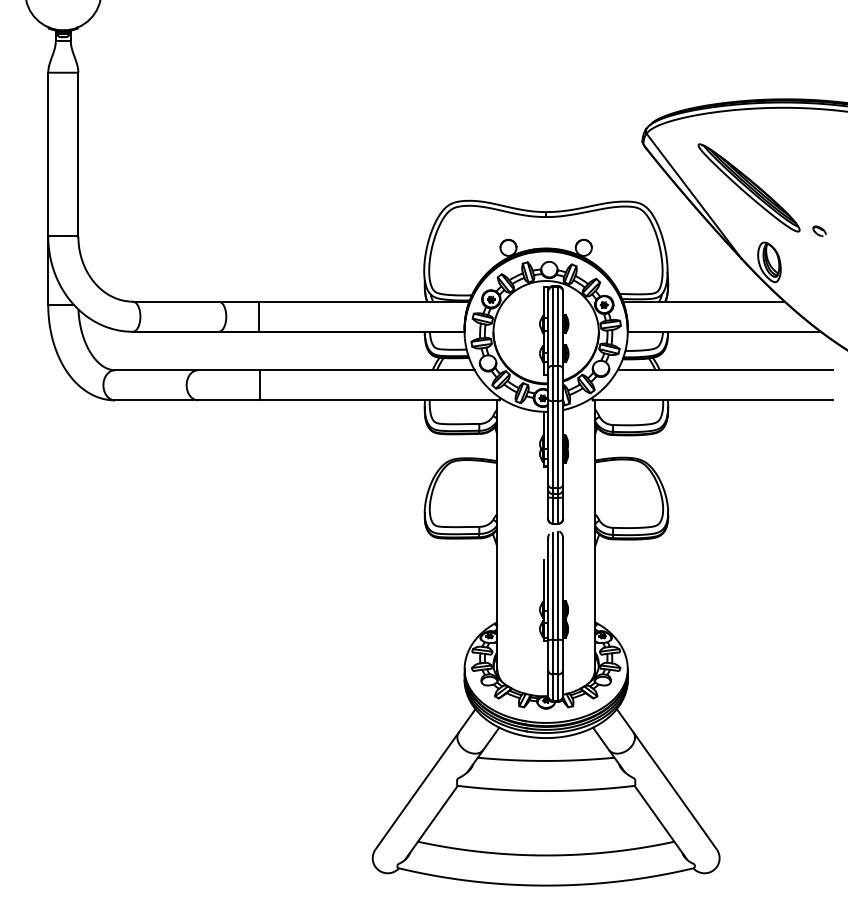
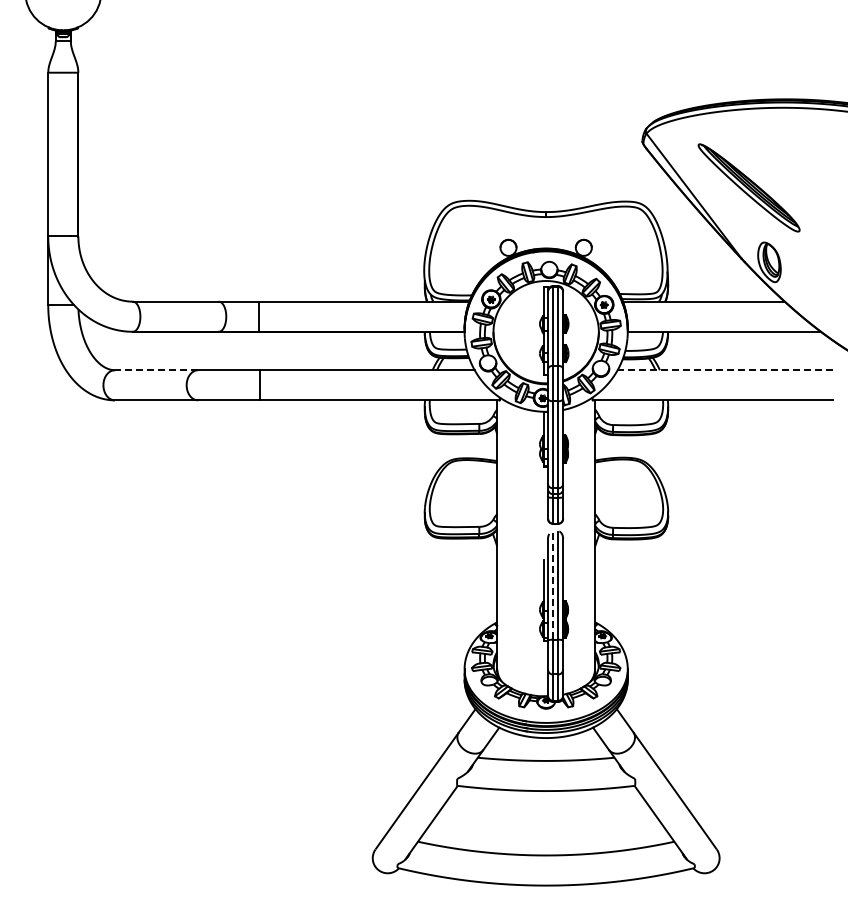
part at (819, 231): present -> none
line at (156, 370): solid -> dashed
line at (724, 370): solid -> dashed
line at (553, 586): solid -> dashed
